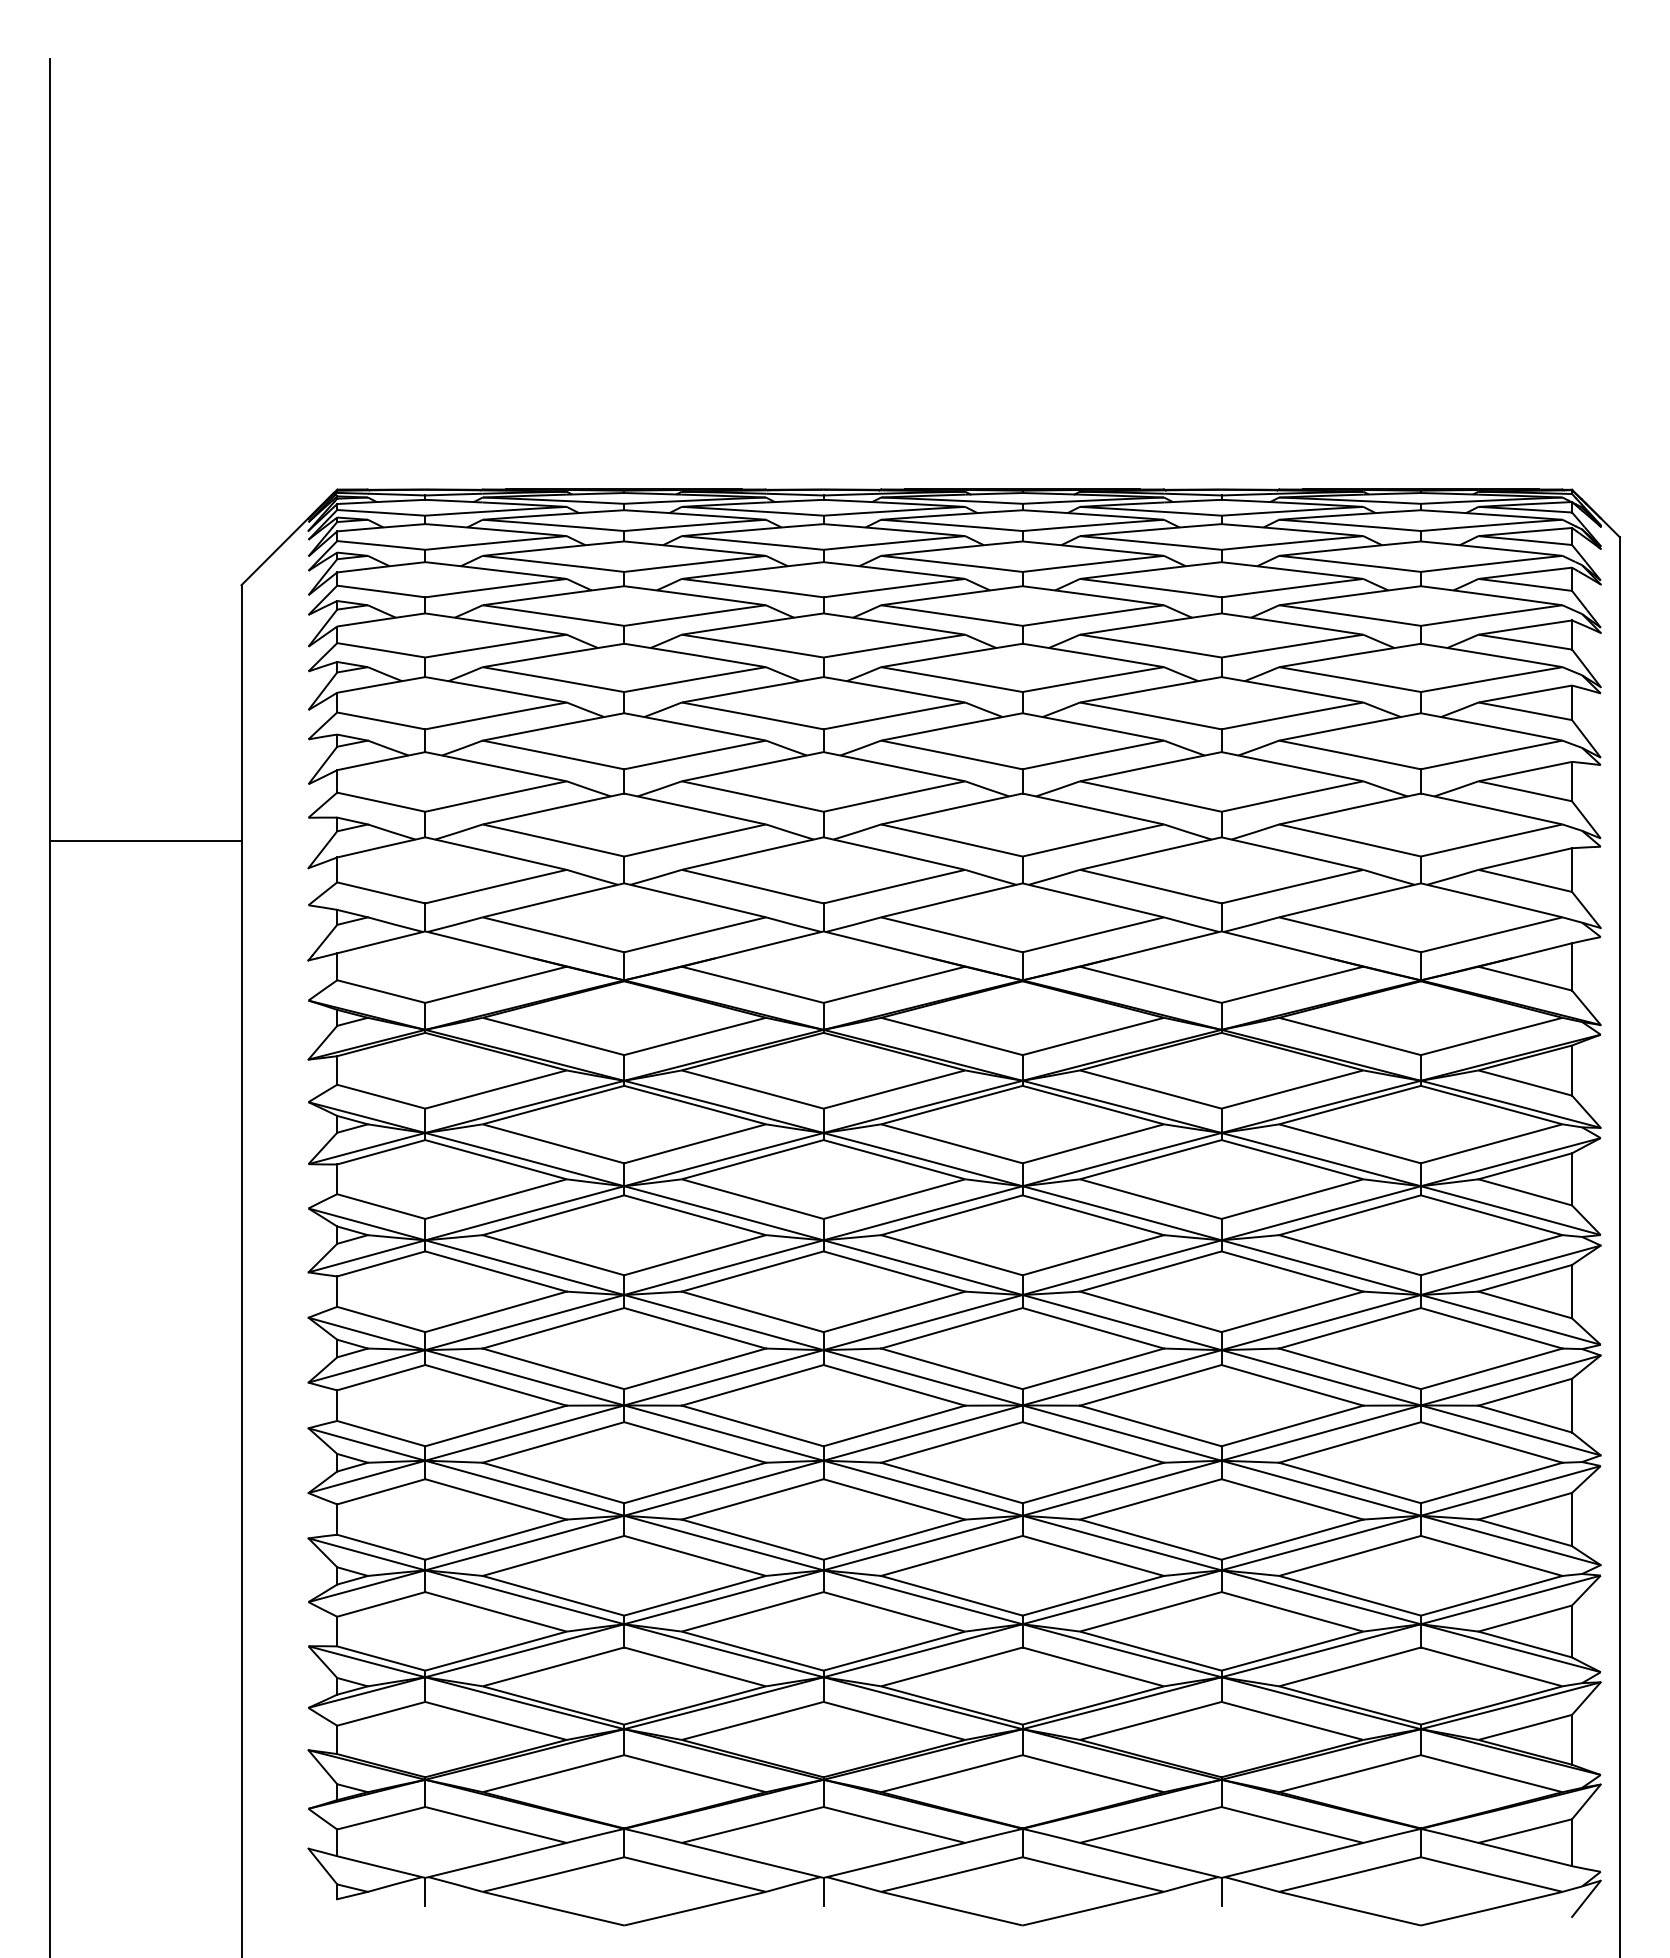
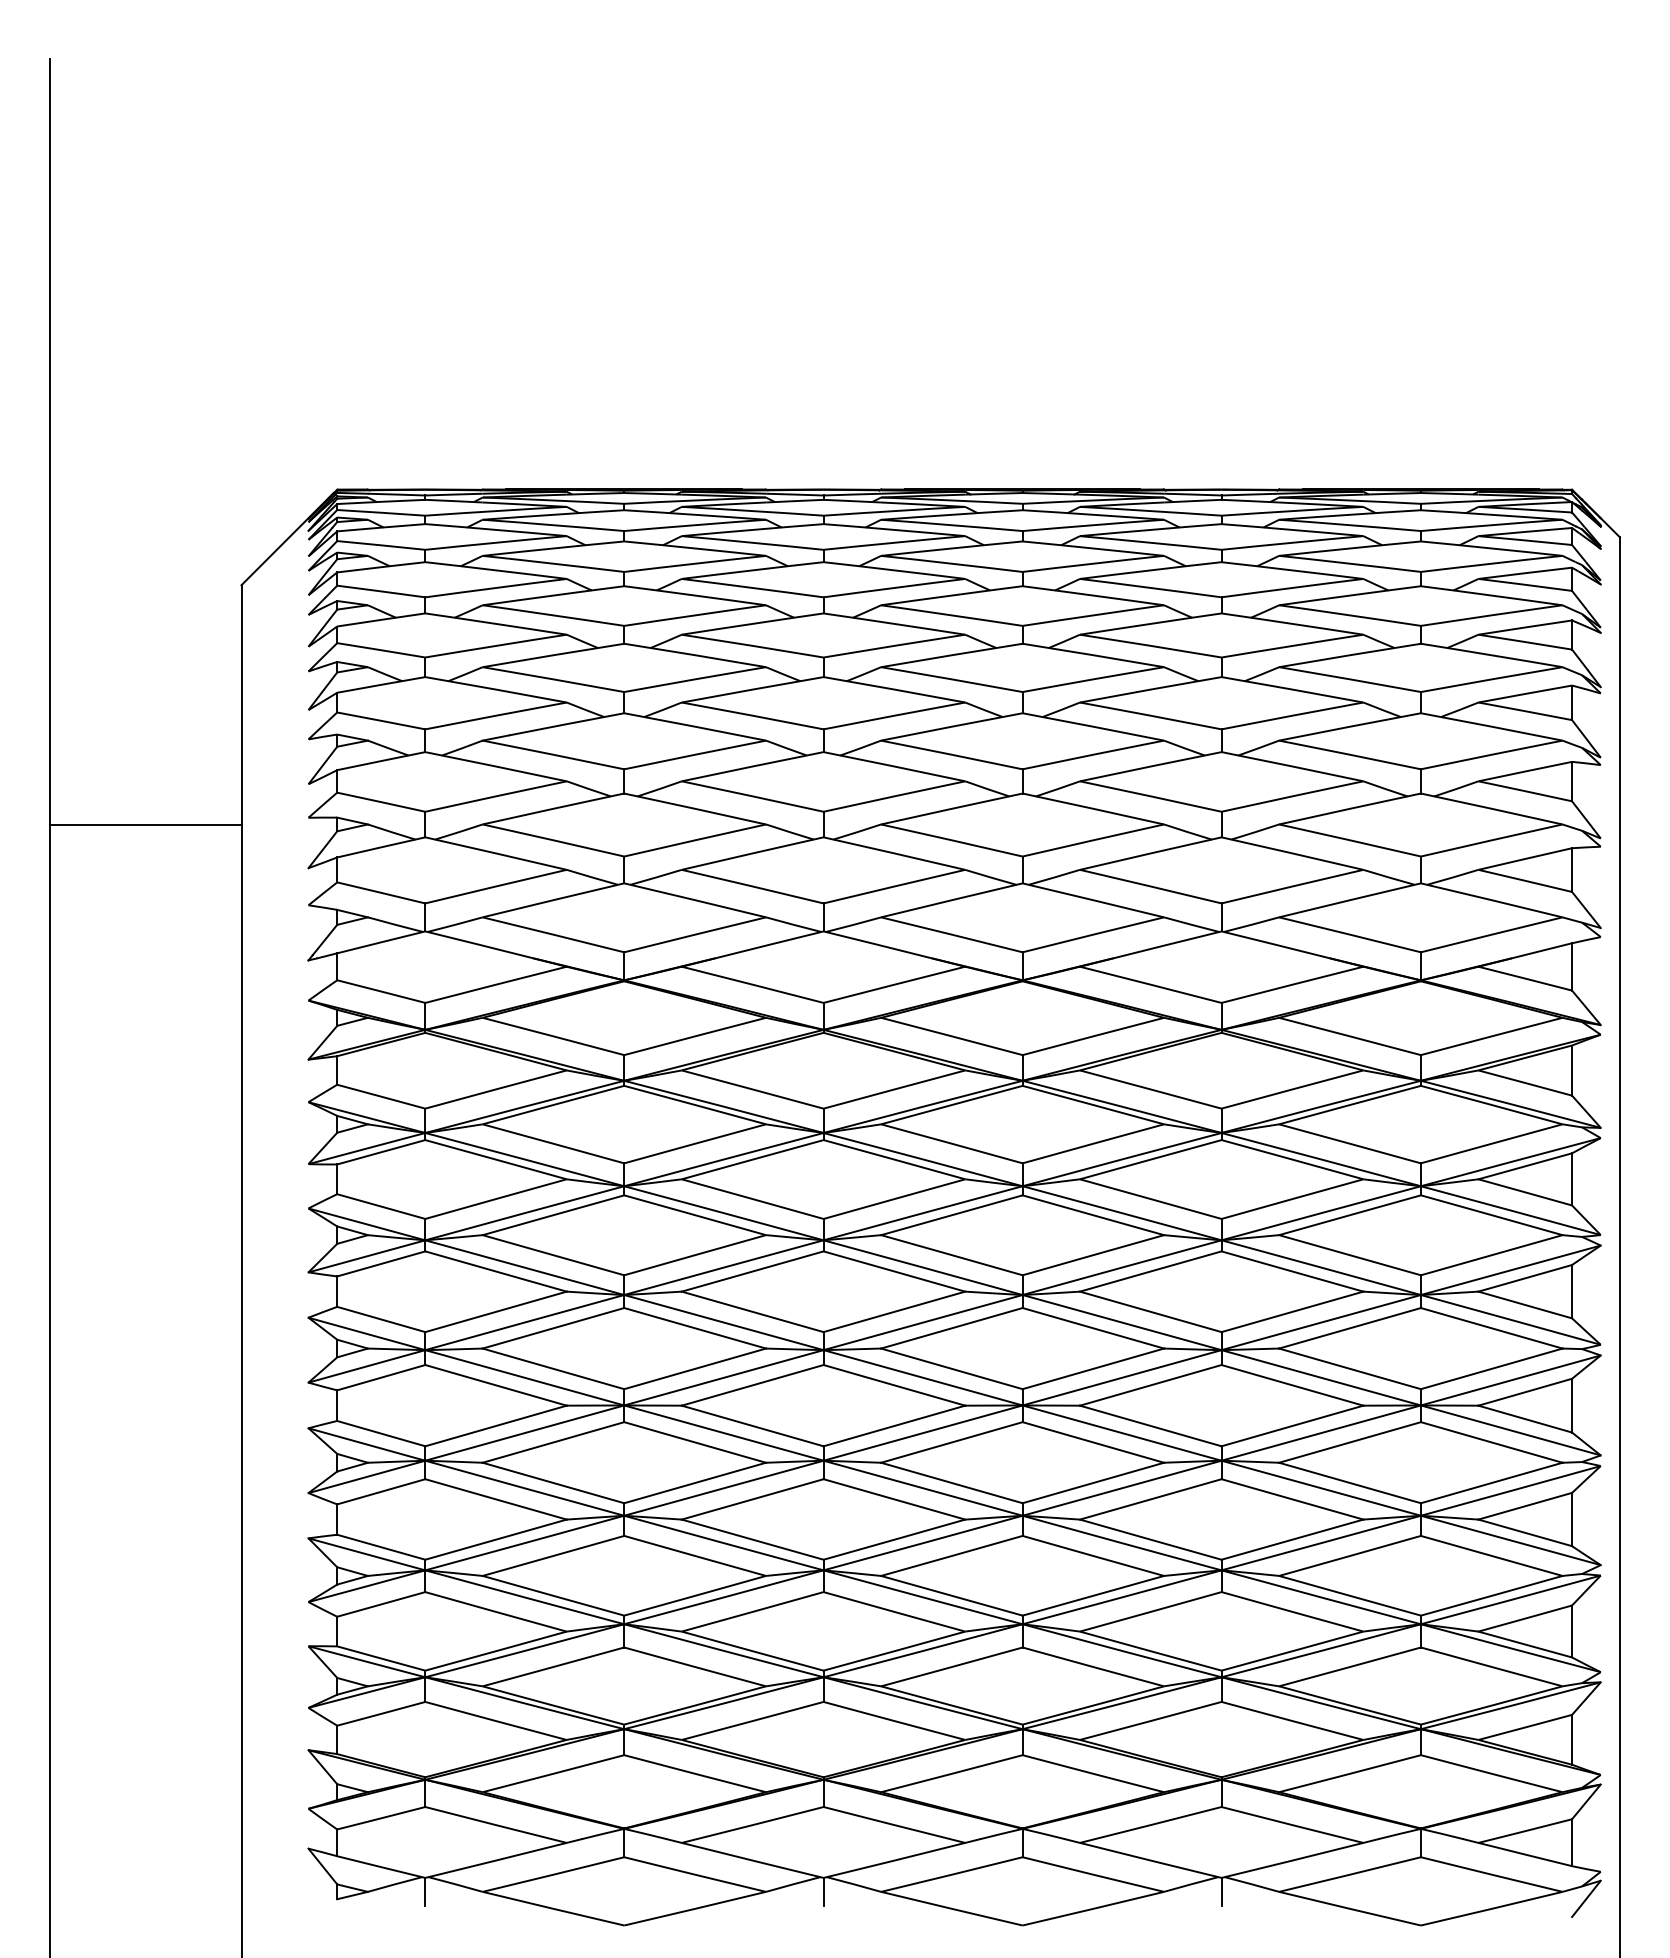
line at (145, 840) position: (145, 840) -> (145, 824)
